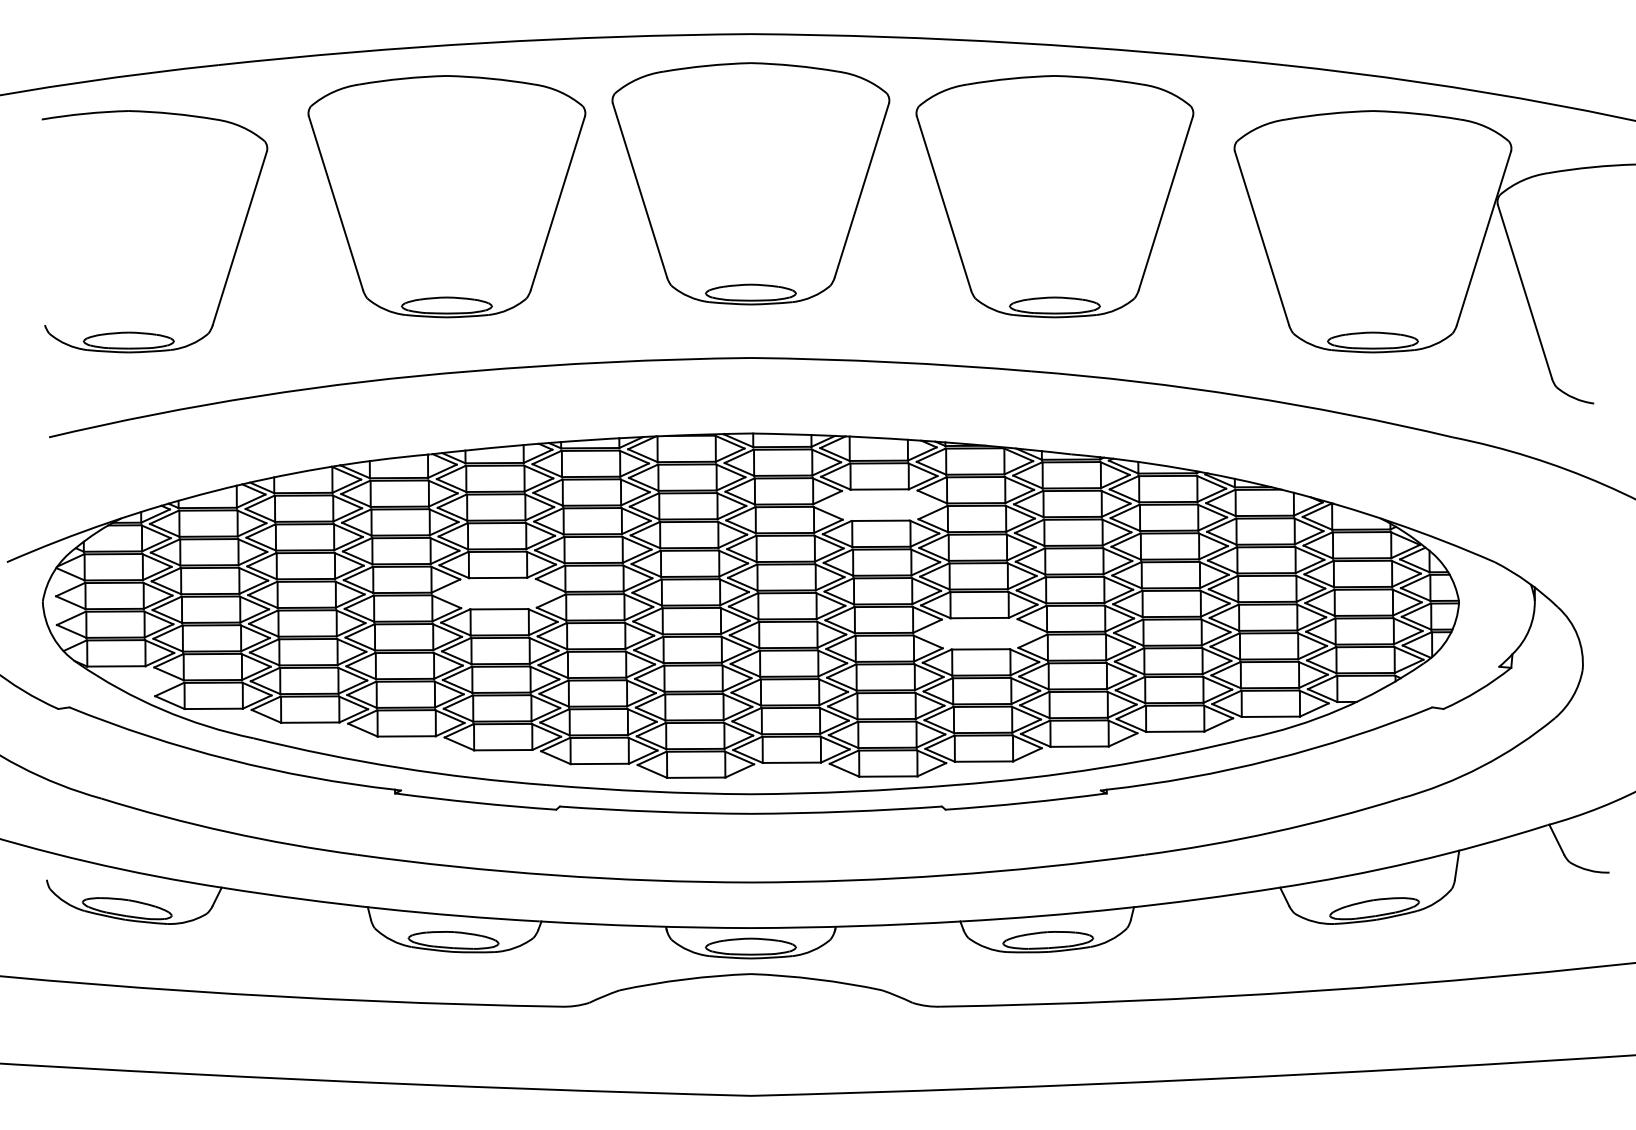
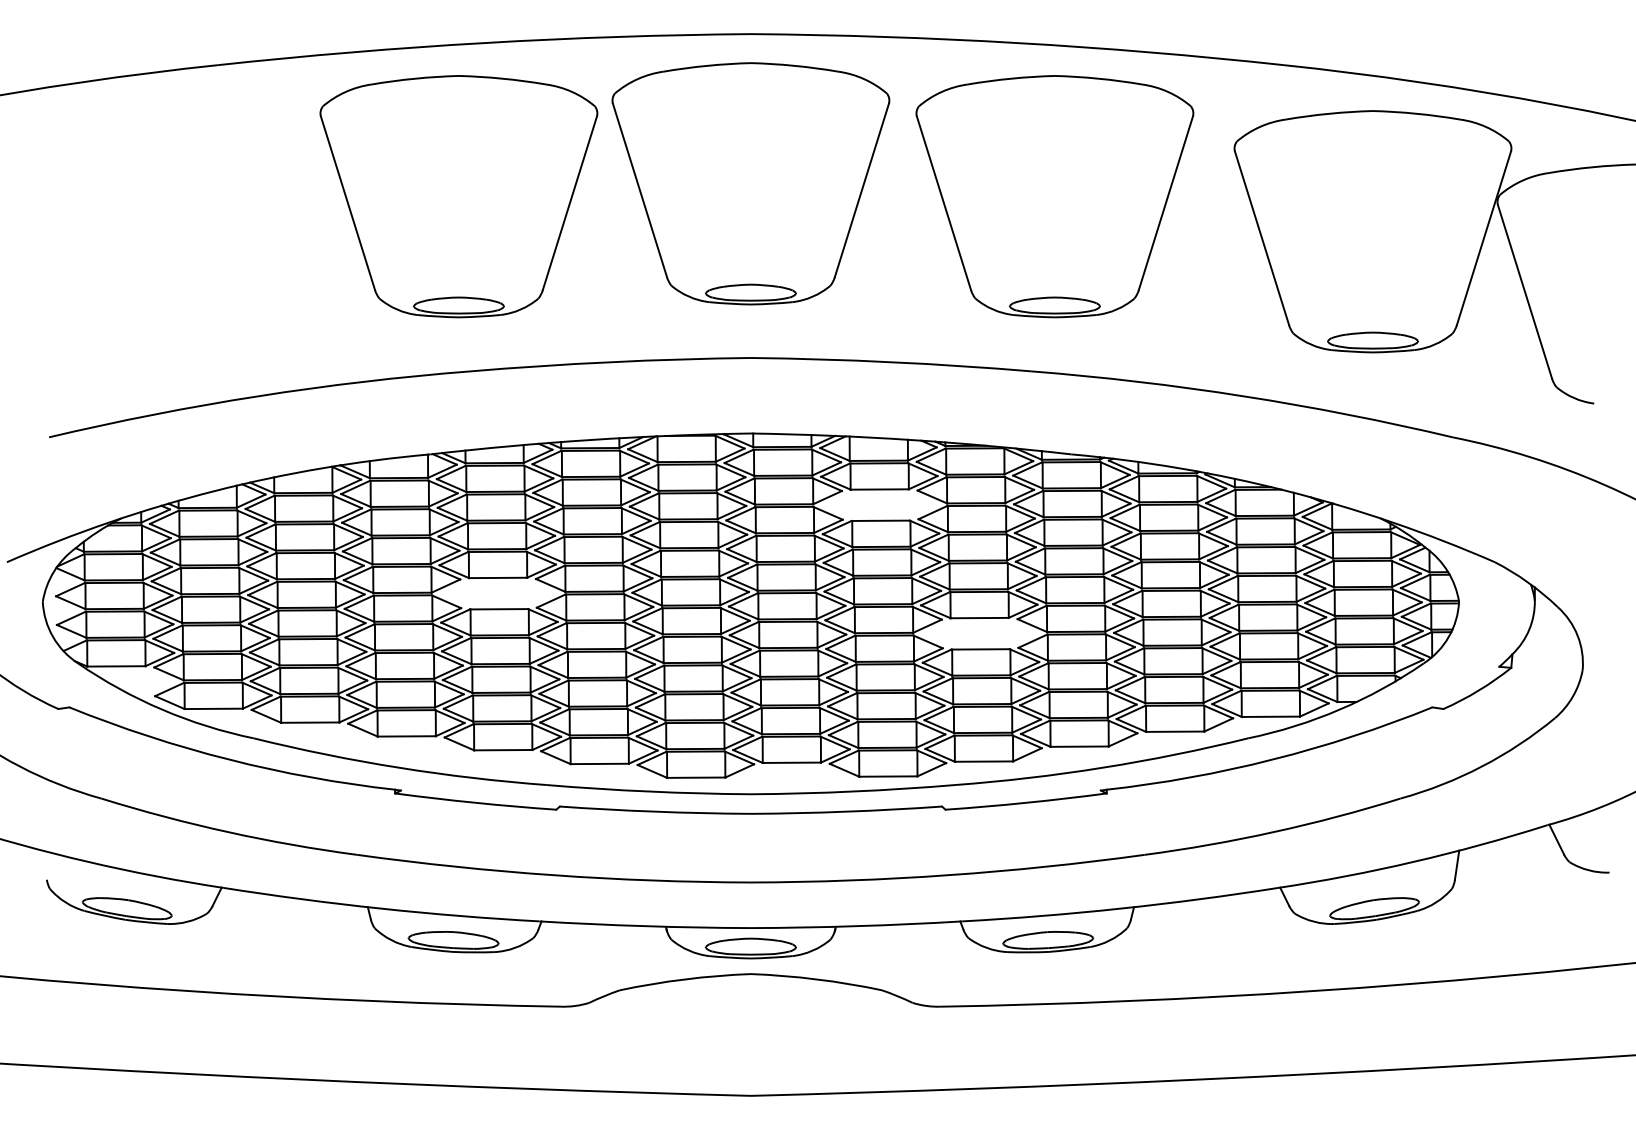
part at (446, 196) position: (446, 196) -> (458, 196)
part at (232, 257): present -> none
